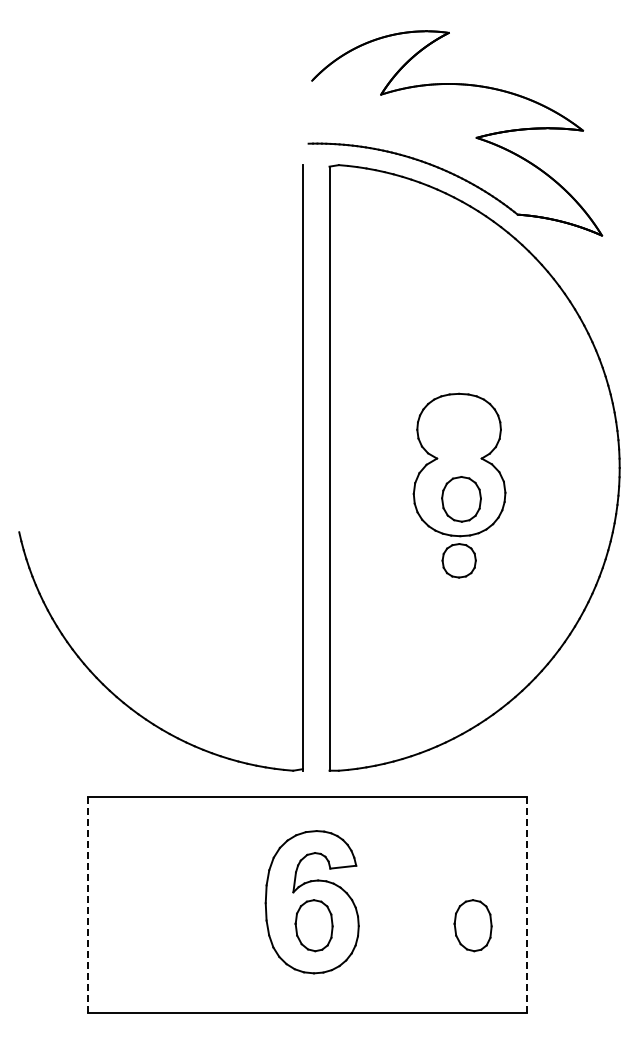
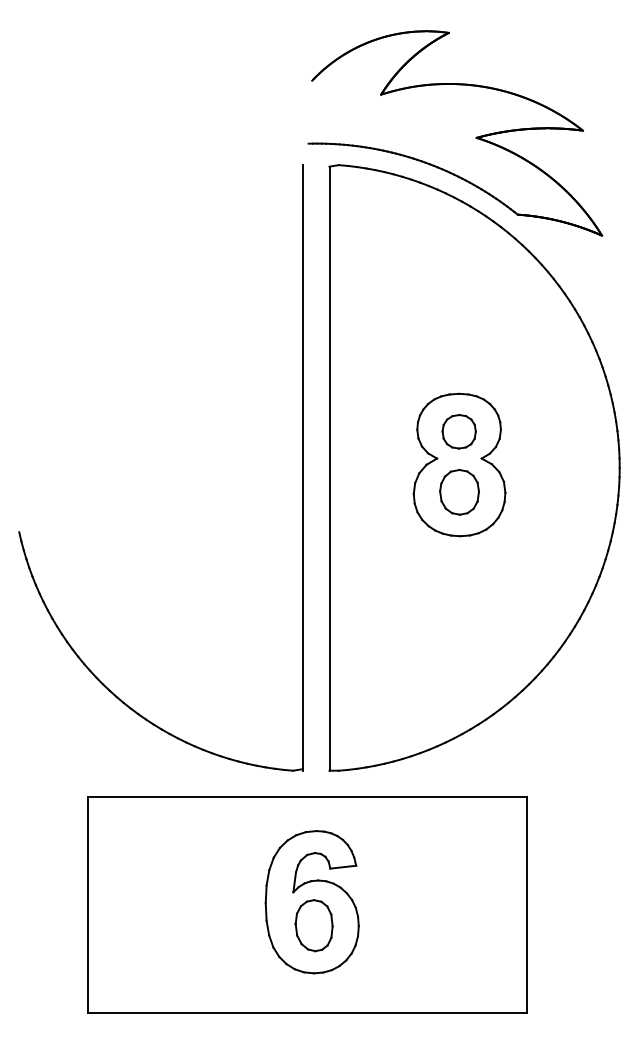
part at (461, 499) position: (461, 499) -> (459, 492)
part at (458, 560) position: (458, 560) -> (458, 431)
line at (88, 904): dashed -> solid
line at (526, 904): dashed -> solid
part at (472, 925): present -> none
